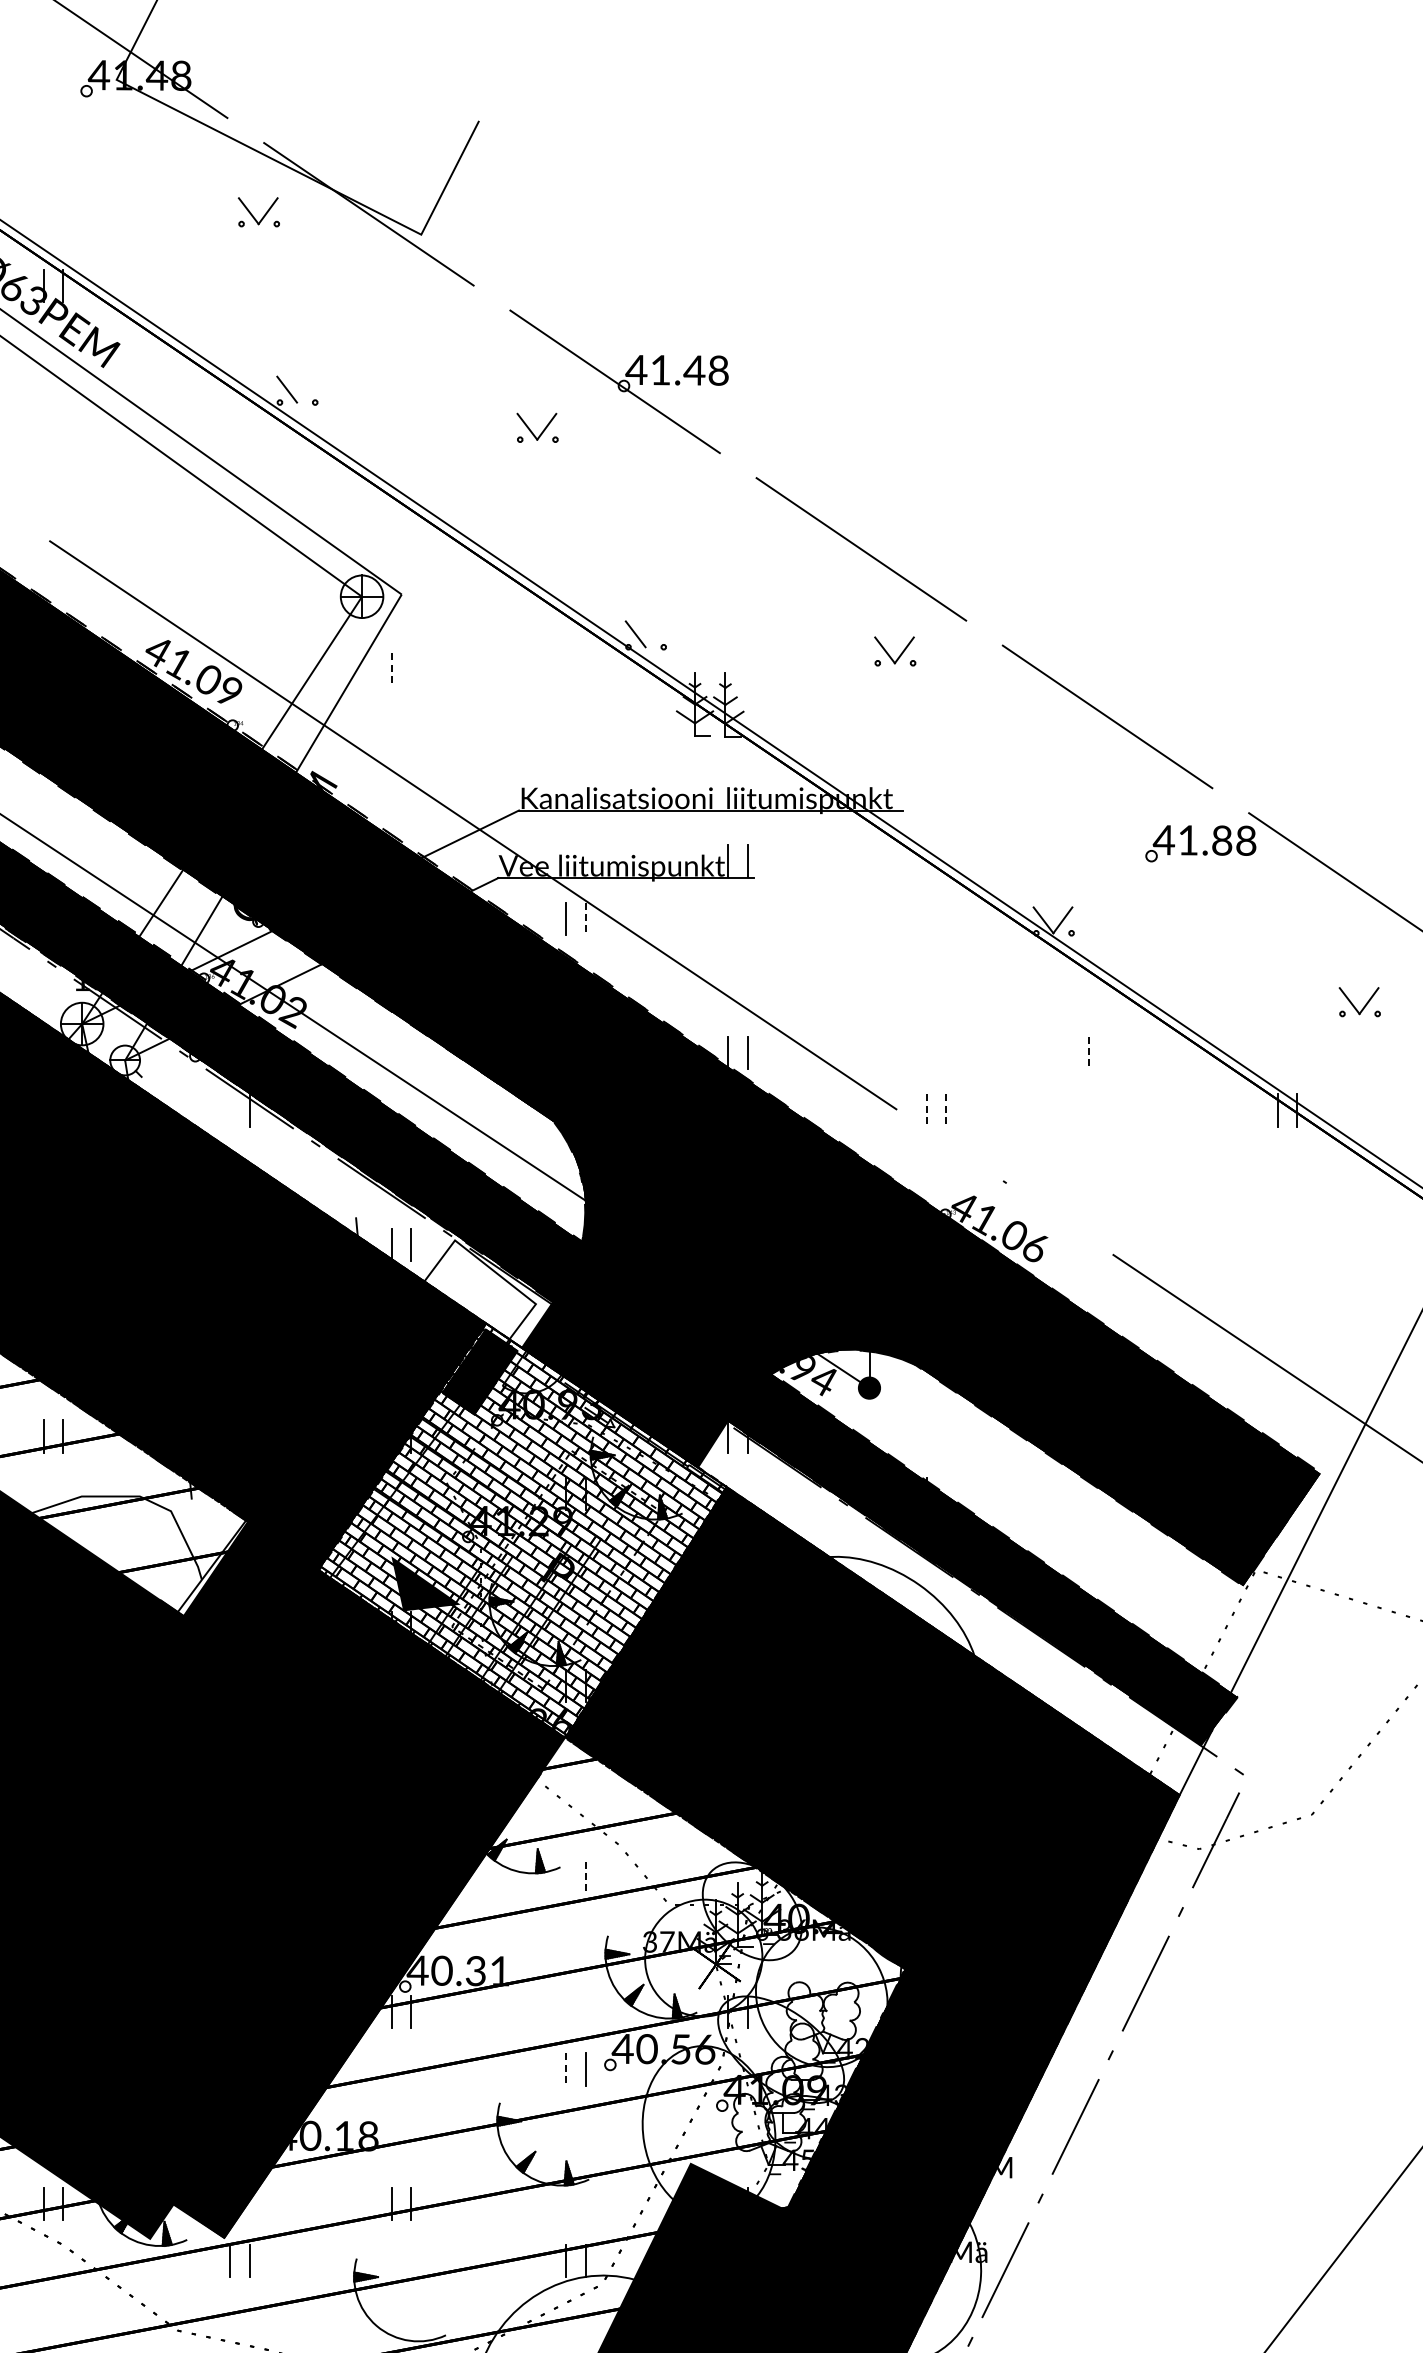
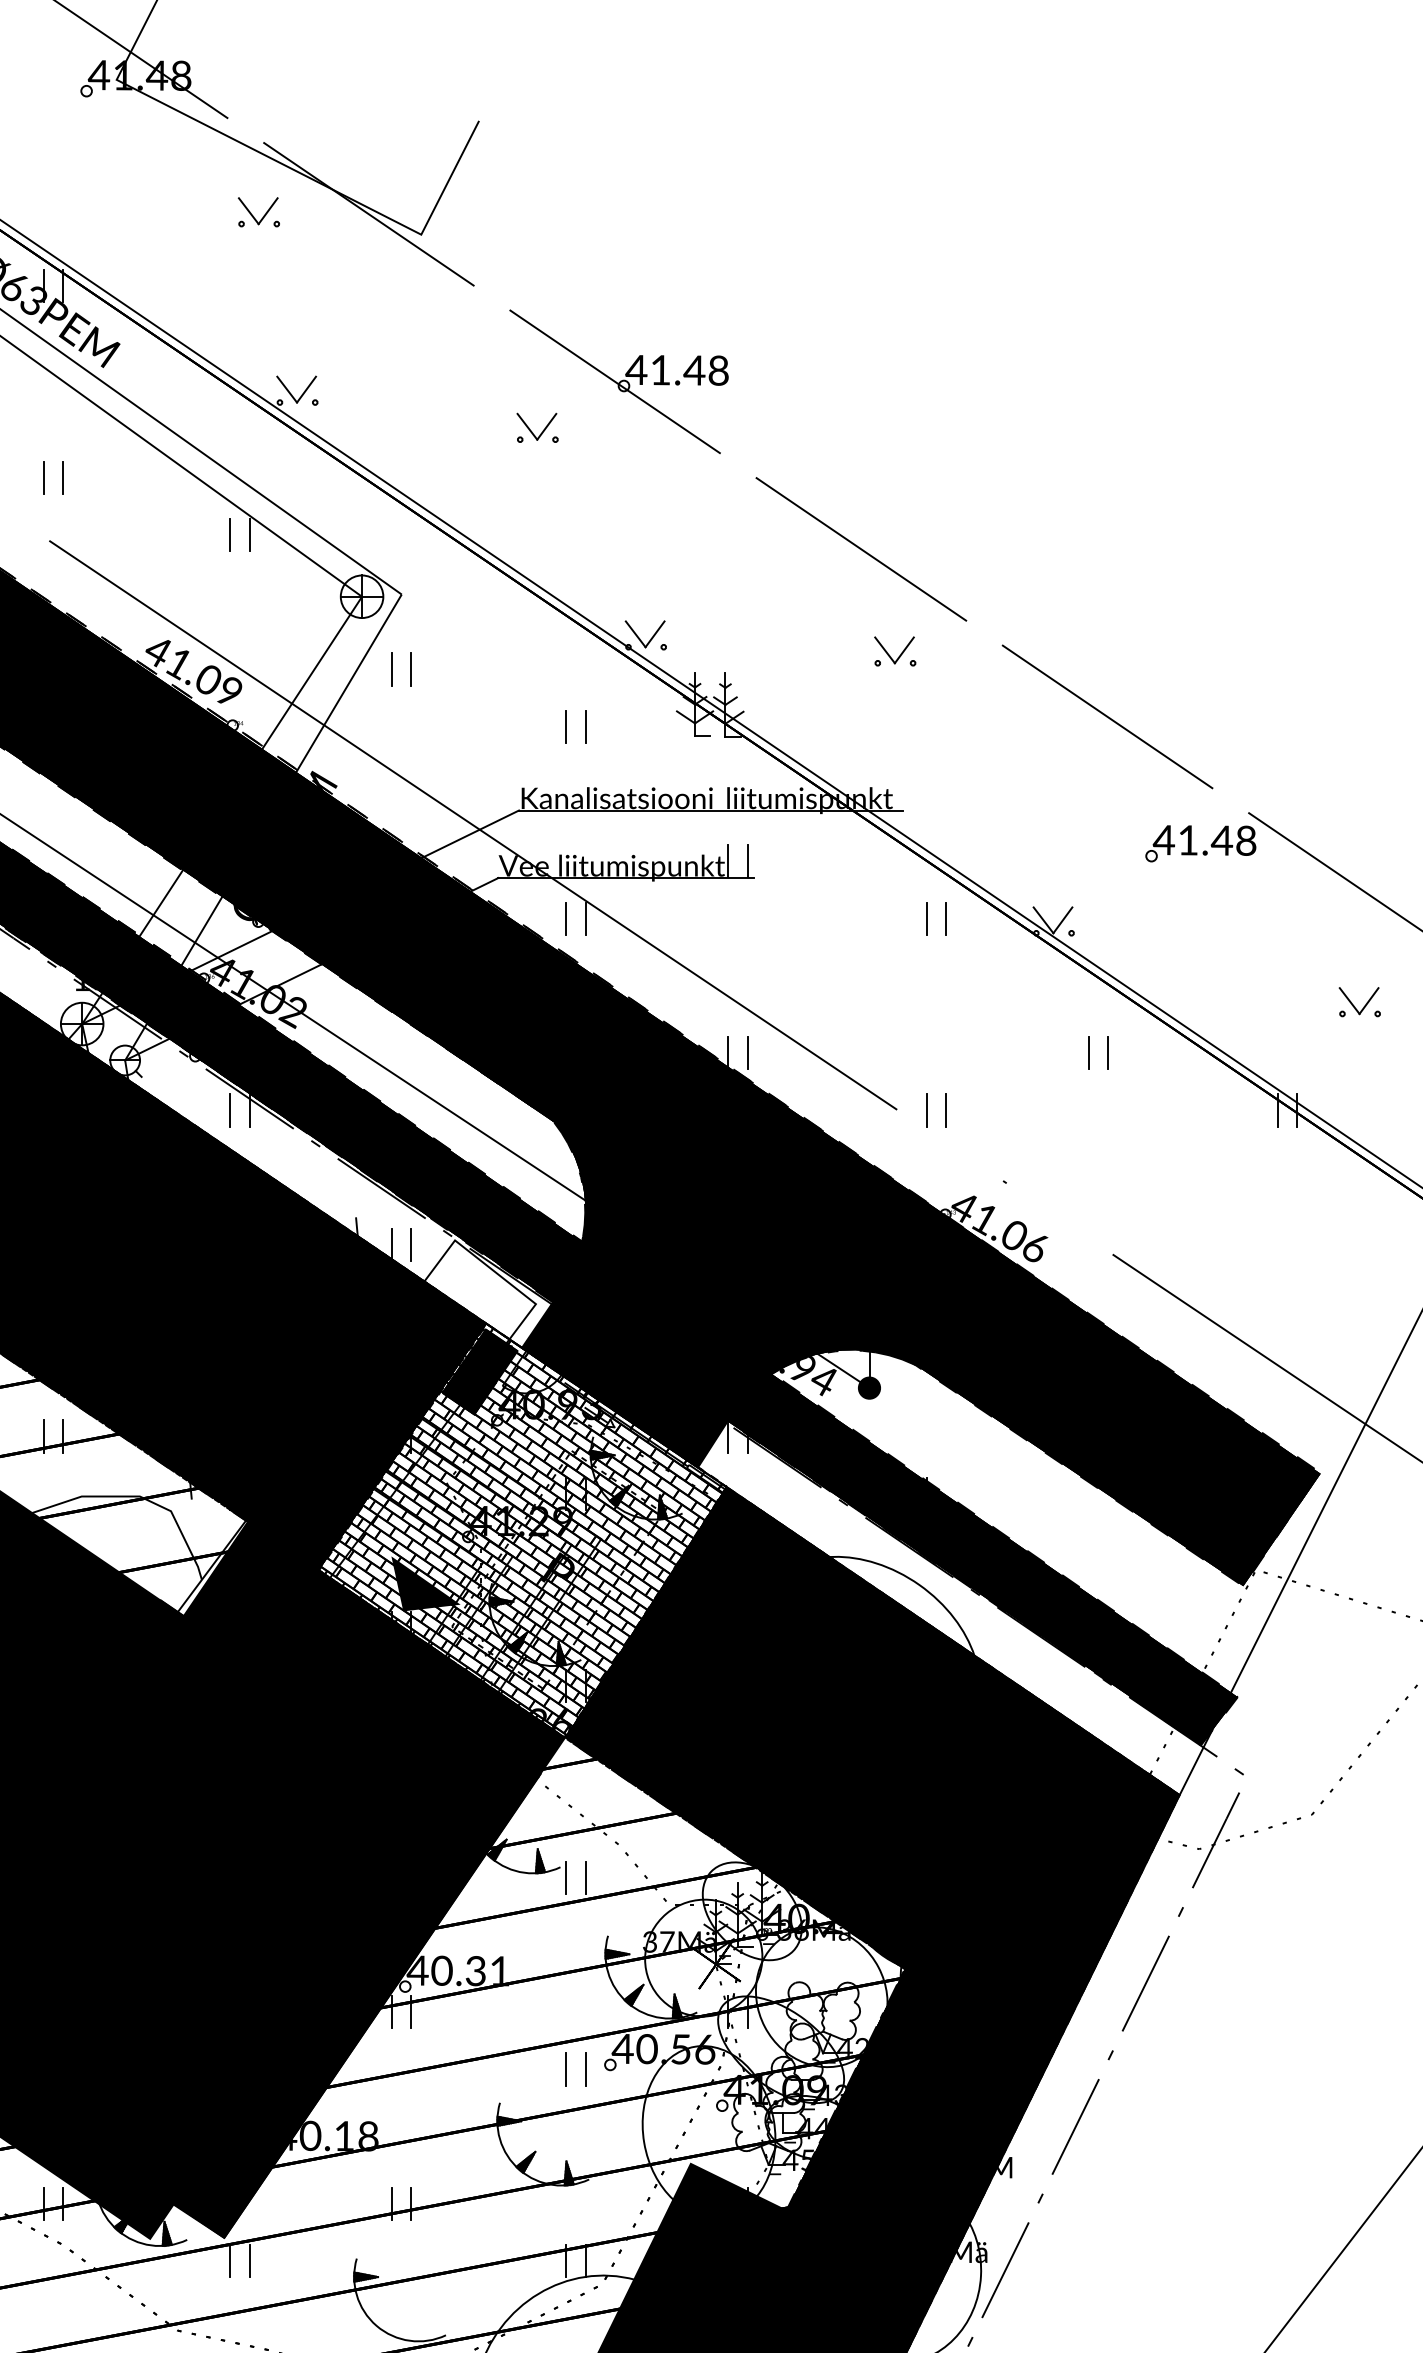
line at (306, 389): none -> present
line at (43, 477): none -> present
line at (63, 477): none -> present
line at (230, 534): none -> present
line at (249, 534): none -> present
line at (654, 634): none -> present
line at (392, 669): dashed -> solid
line at (410, 669): none -> present
line at (566, 726): none -> present
line at (585, 726): none -> present
text at (1221, 840): 41.88 -> 41.48
line at (926, 918): none -> present
line at (946, 918): none -> present
line at (585, 919): dashed -> solid
line at (1107, 1052): none -> present
line at (1088, 1053): dashed -> solid
line at (230, 1110): none -> present
line at (926, 1111): dashed -> solid
line at (946, 1111): dashed -> solid
line at (566, 1877): none -> present
line at (585, 1878): dashed -> solid
line at (566, 2069): dashed -> solid
